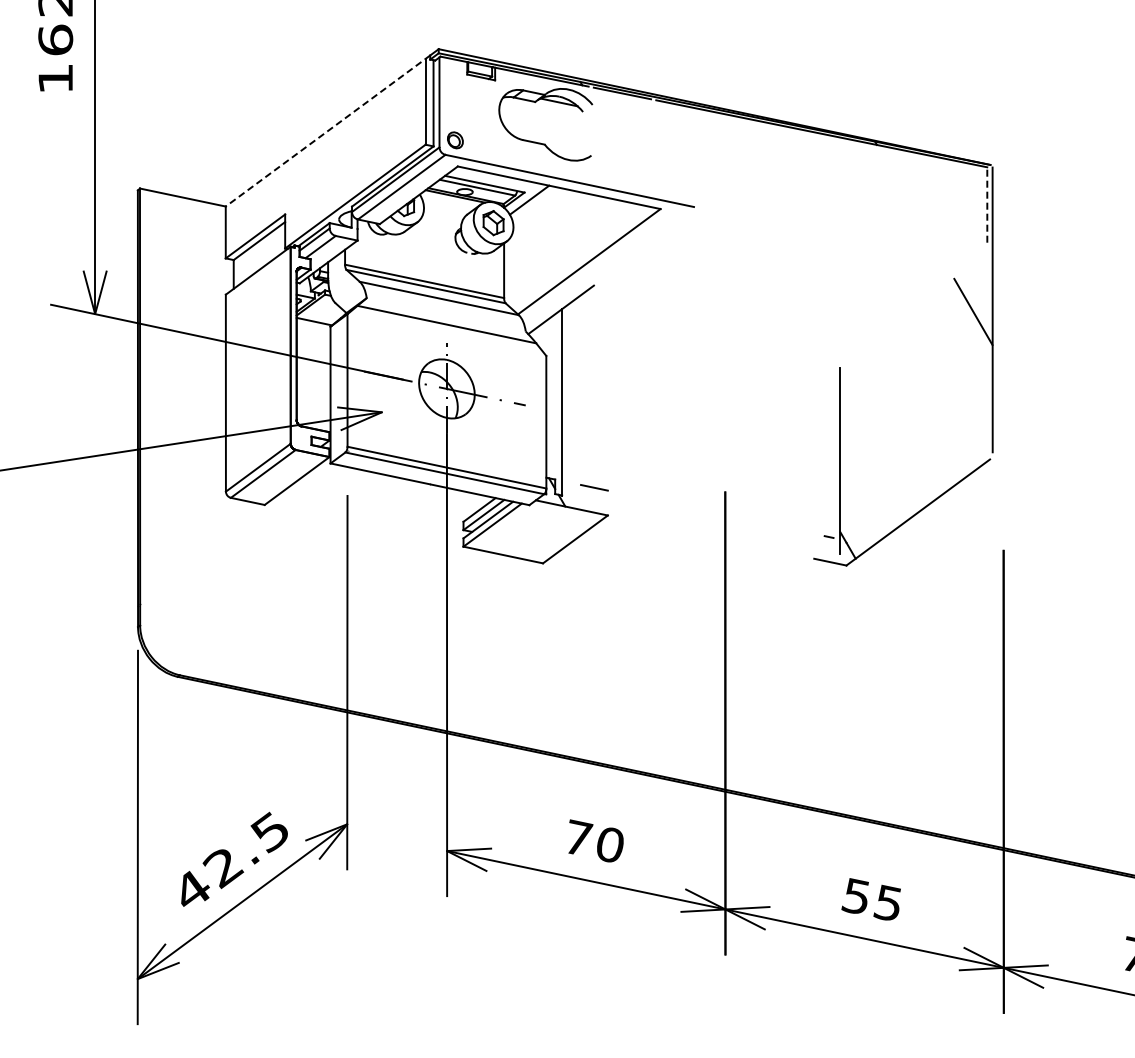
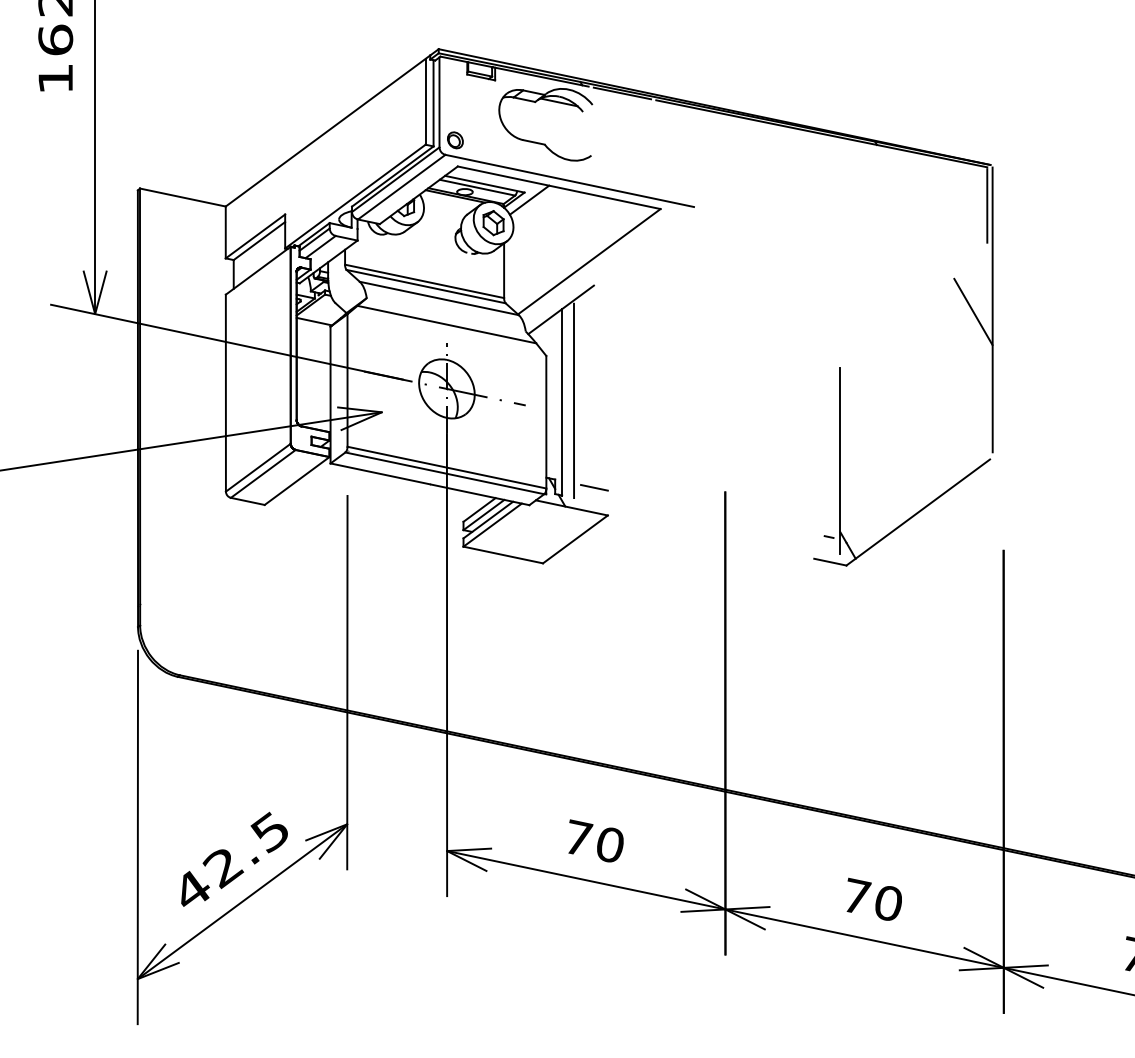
line at (327, 131): dashed -> solid
line at (987, 205): dashed -> solid
line at (573, 400): none -> present
text at (871, 898): 55 -> 70
